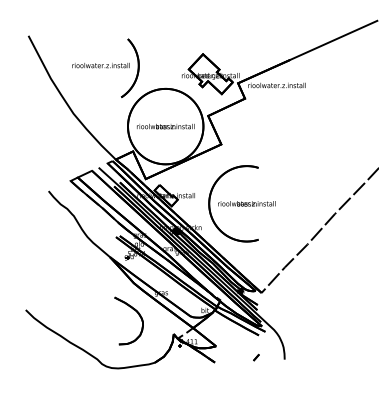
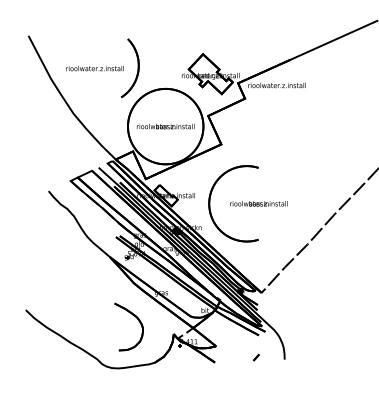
text at (100, 65) position: (100, 65) -> (94, 68)
text at (246, 203) position: (246, 203) -> (258, 203)
part at (138, 315) position: (138, 315) -> (138, 321)
